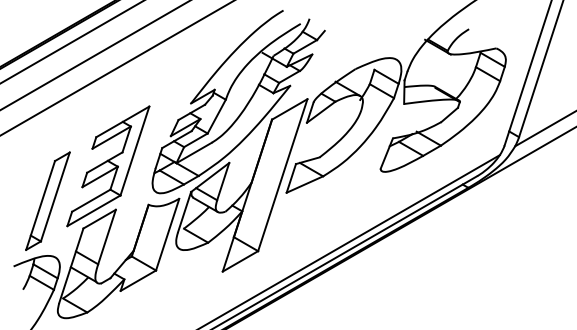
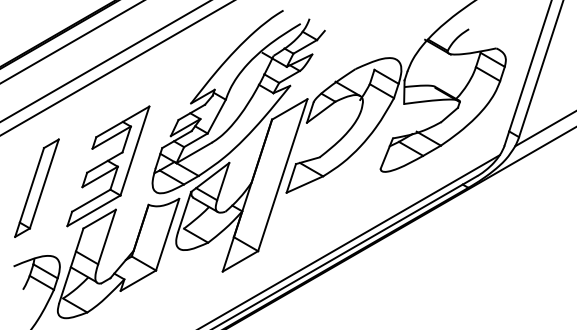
line at (94, 55) position: (94, 55) -> (105, 61)
part at (47, 200) position: (47, 200) -> (36, 187)
